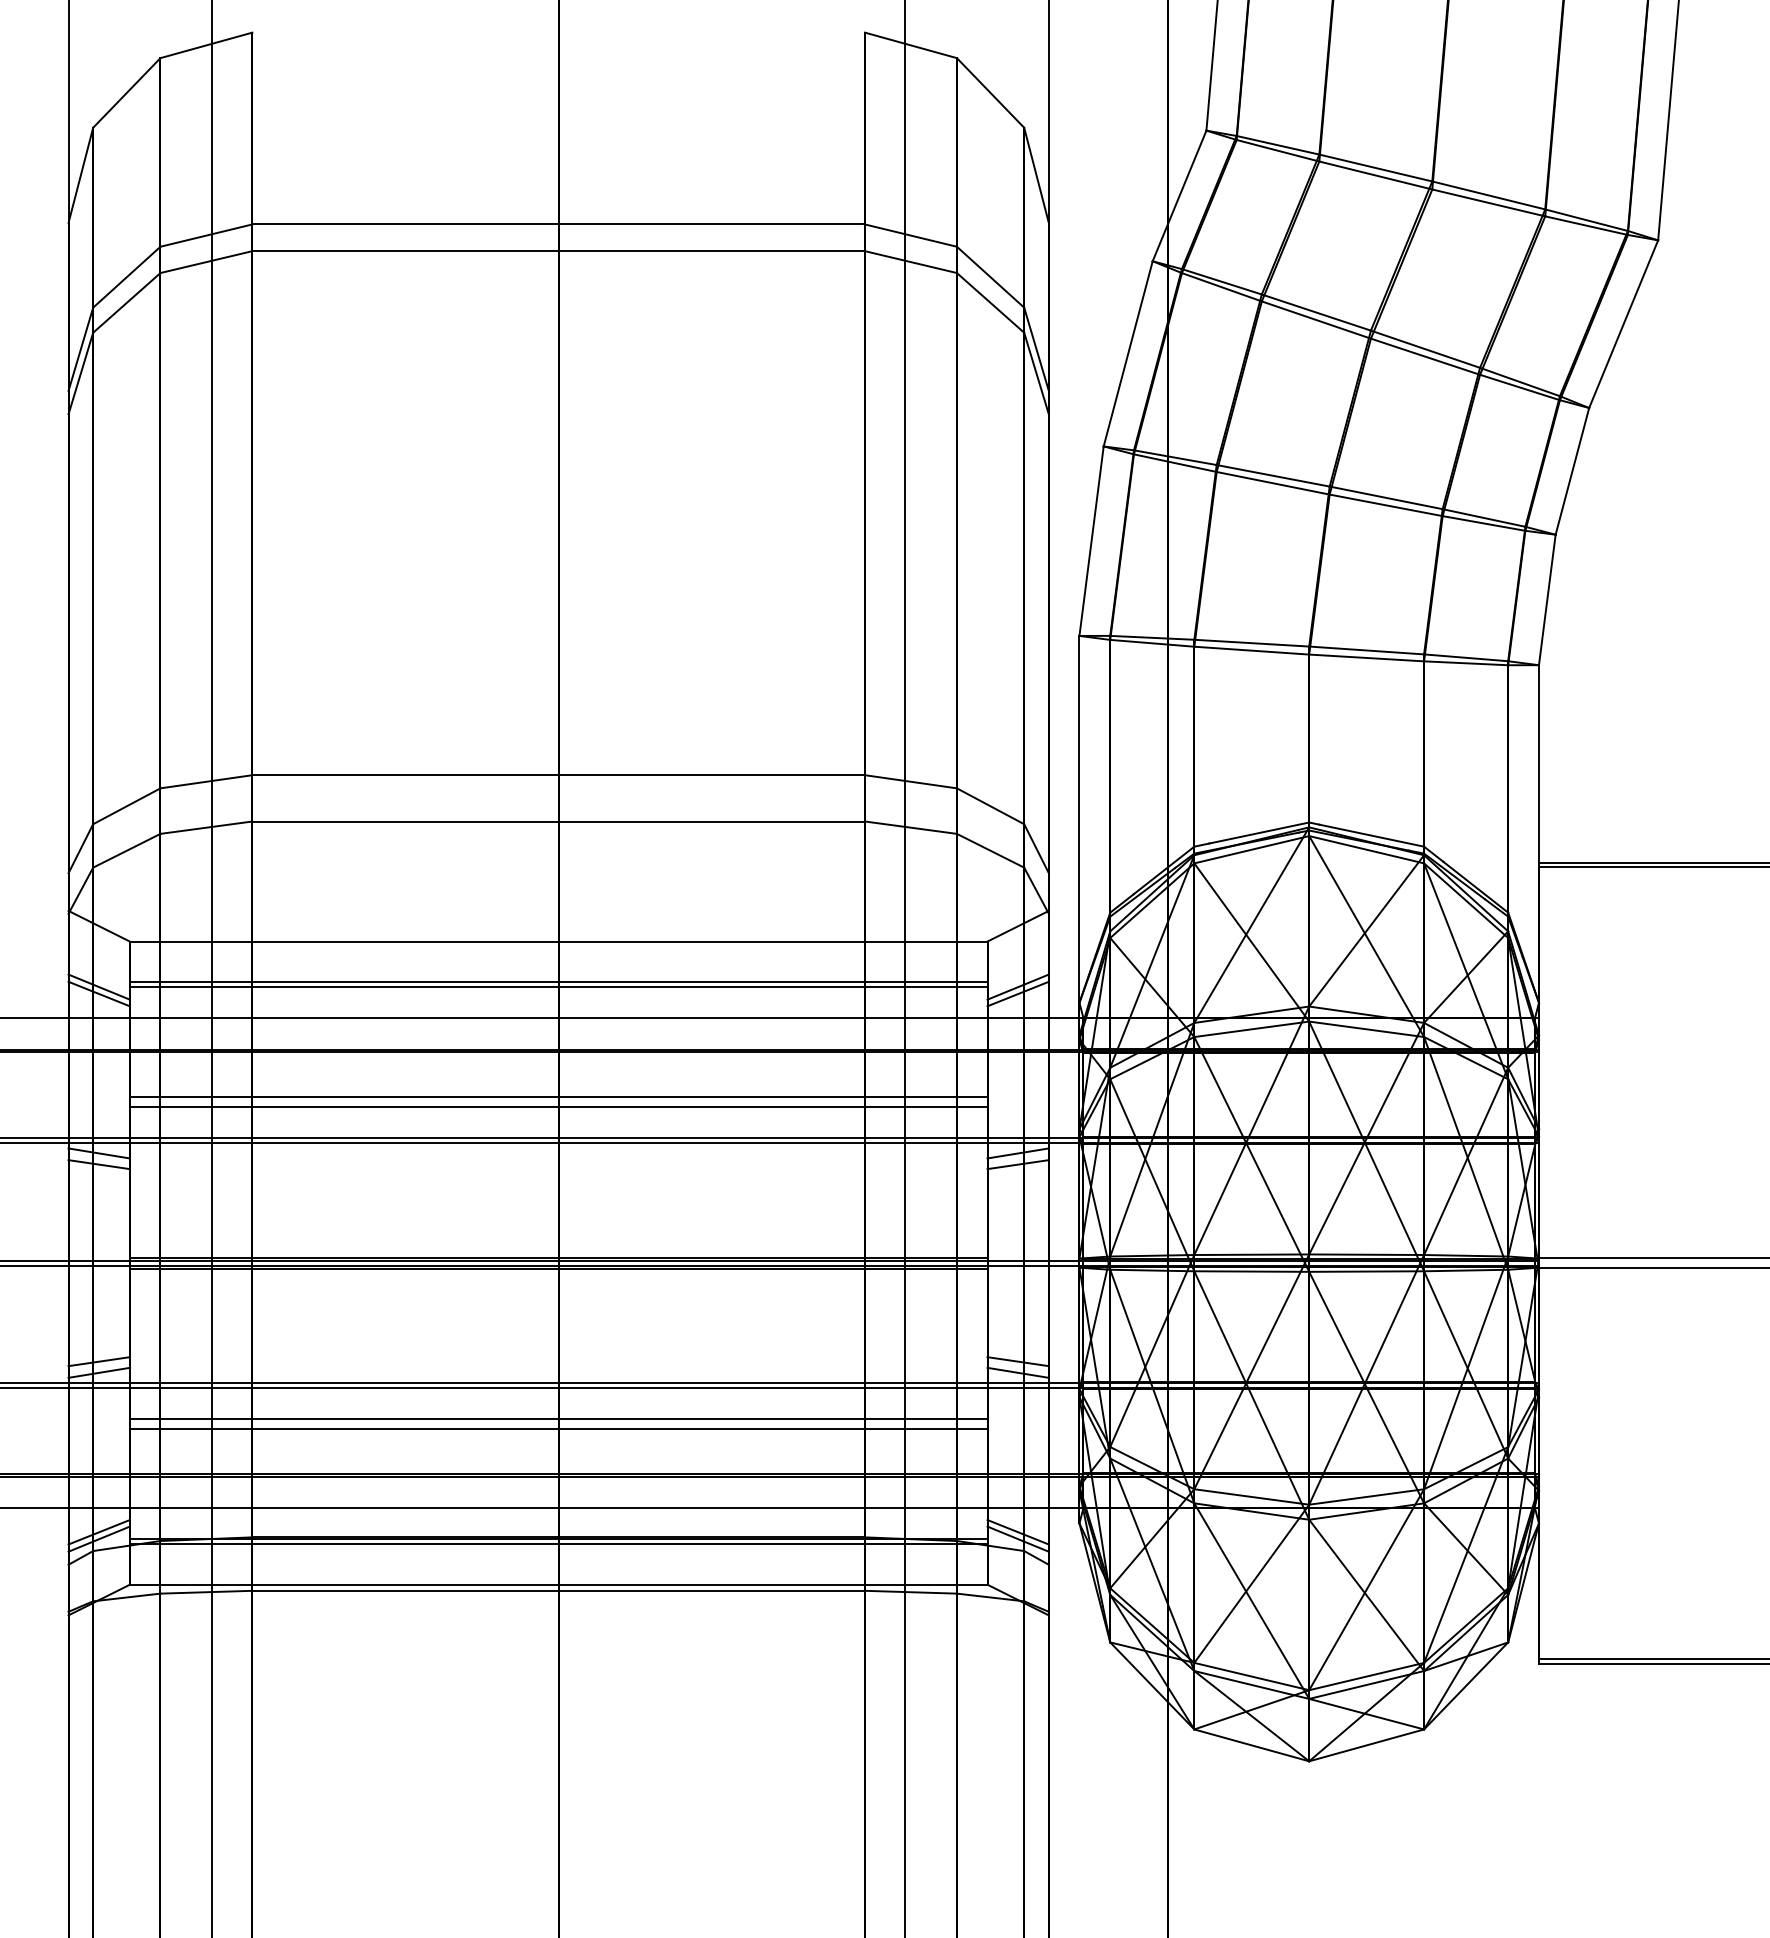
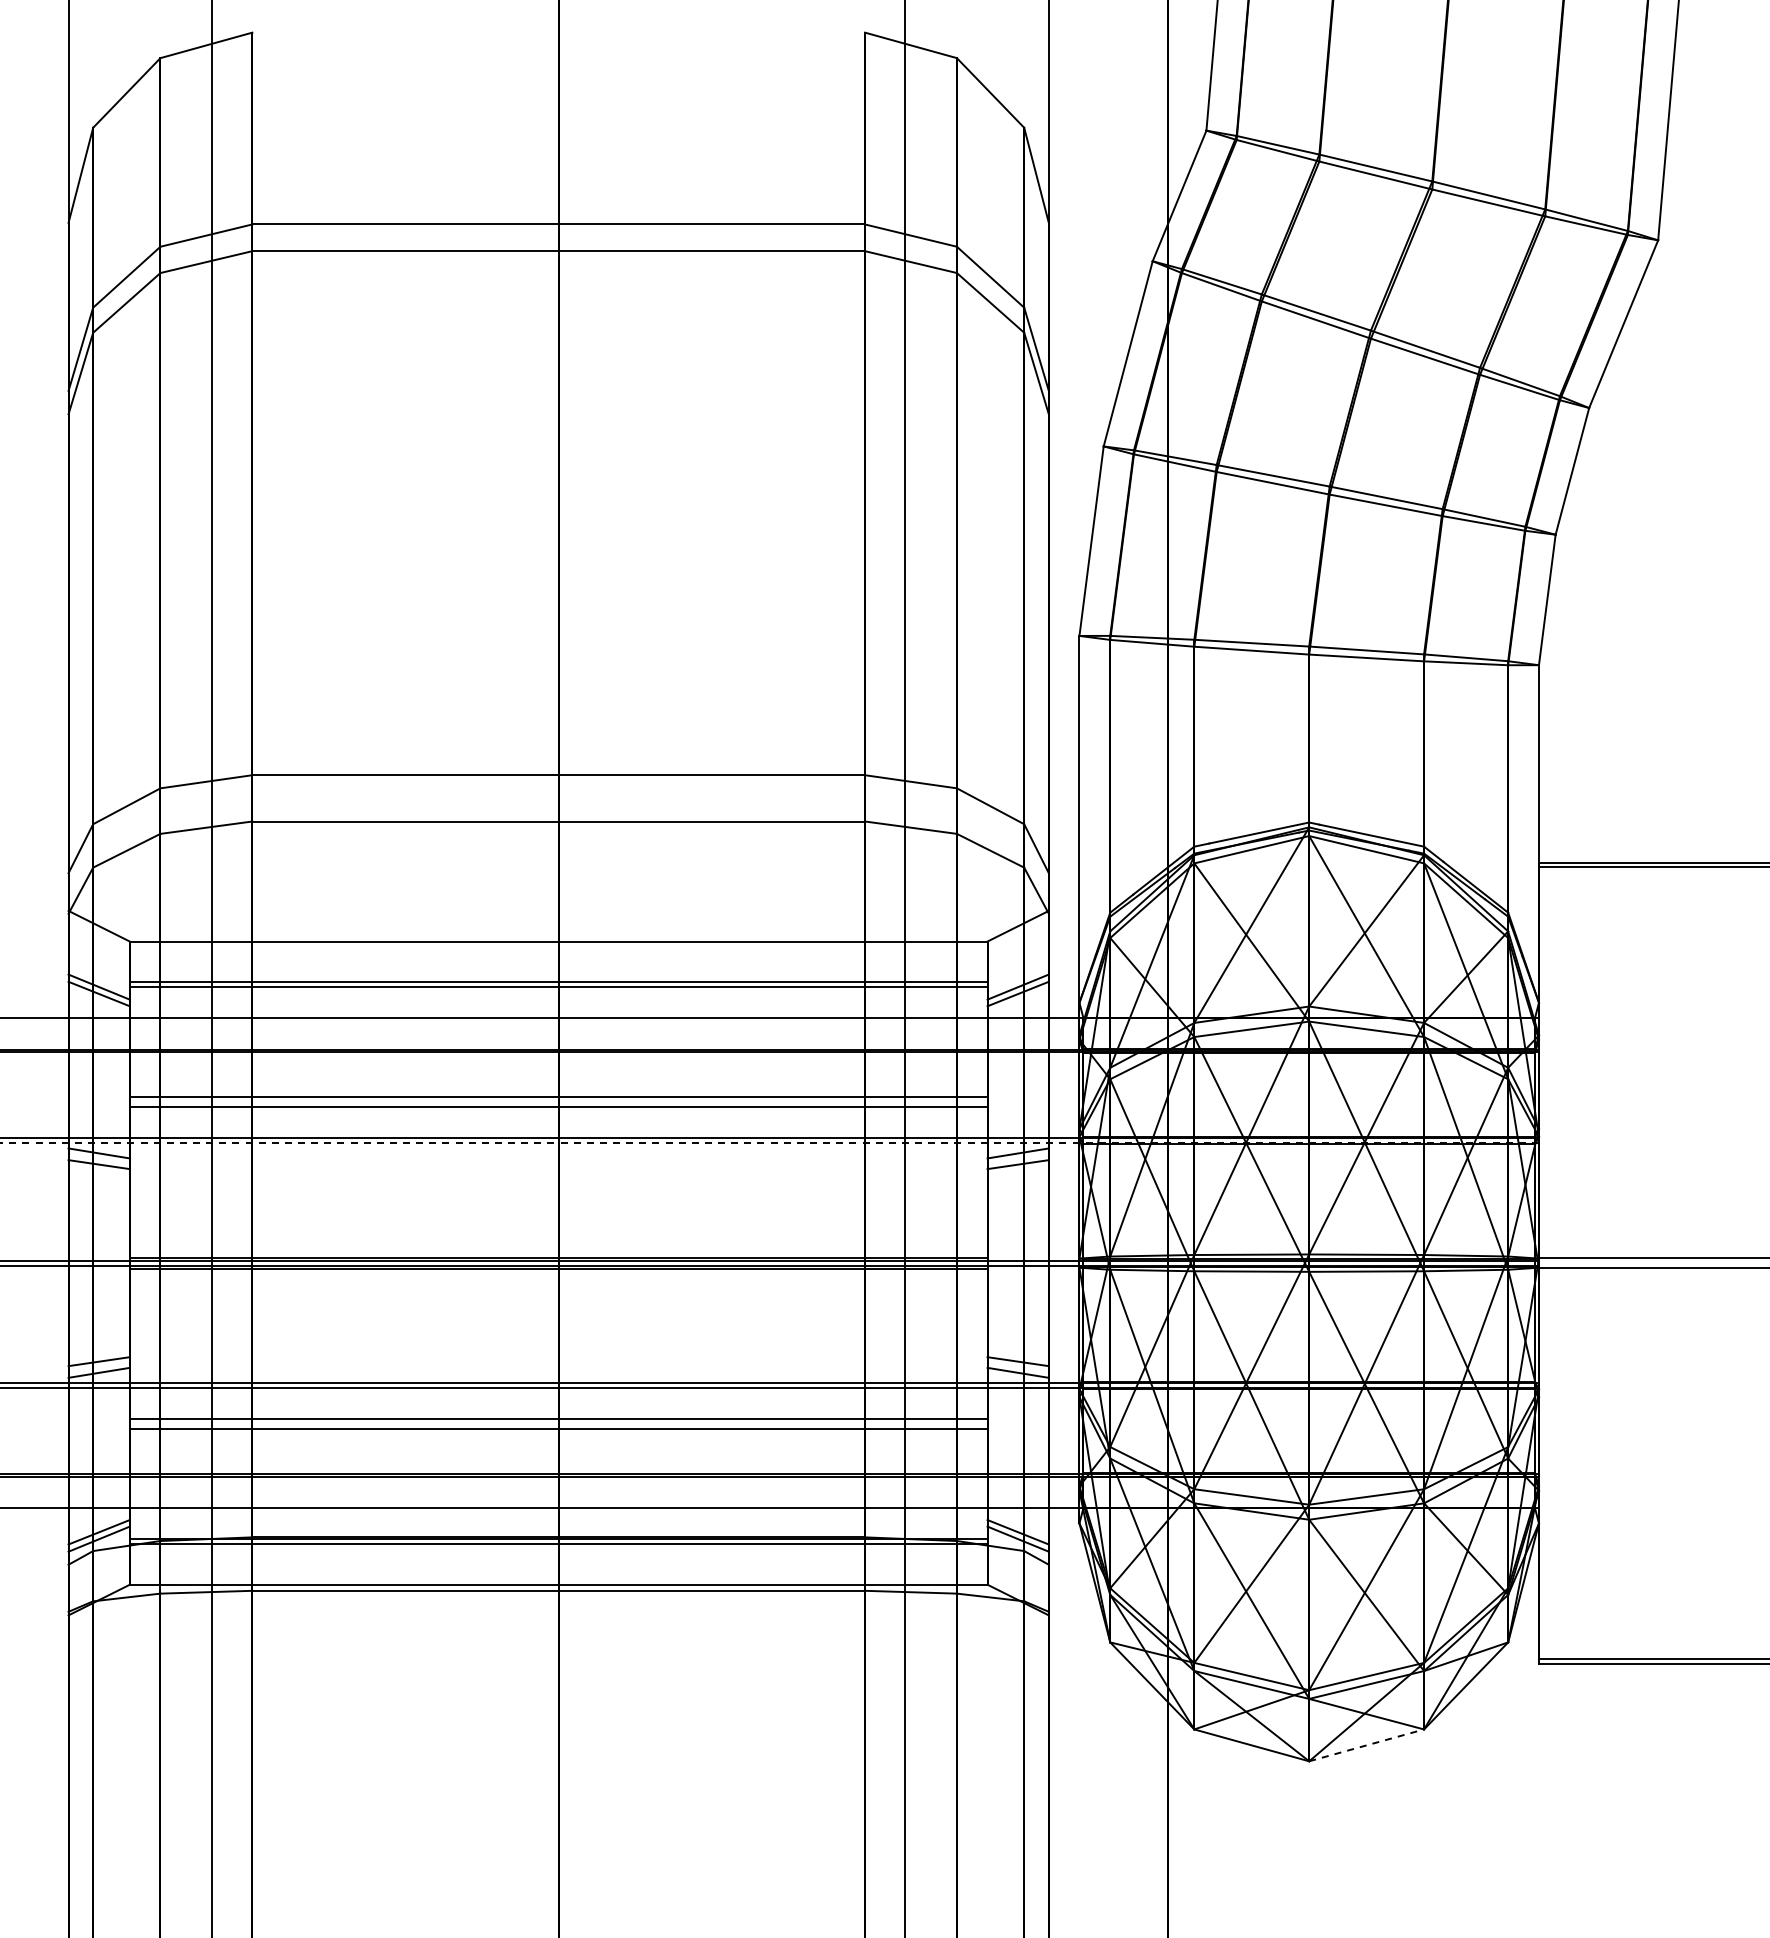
line at (769, 1142): solid -> dashed
line at (1366, 1745): solid -> dashed
